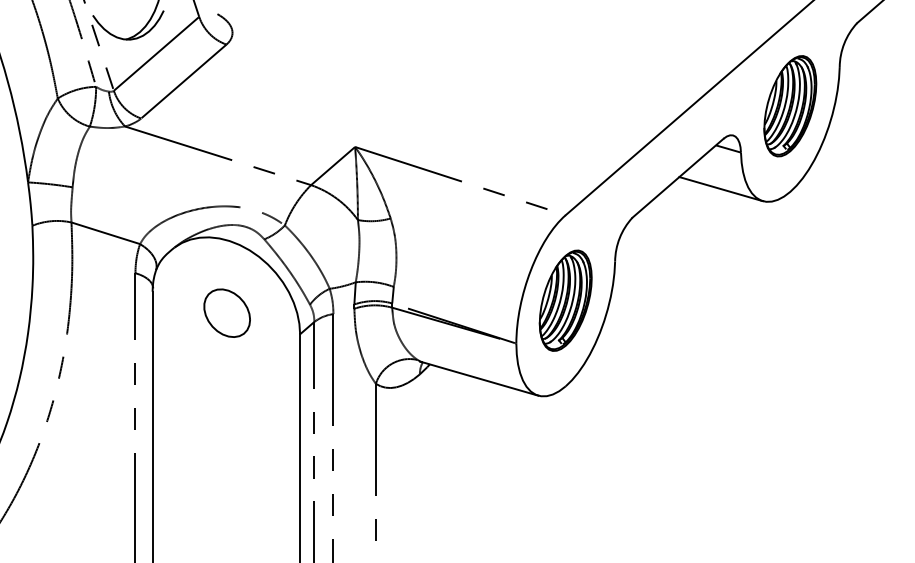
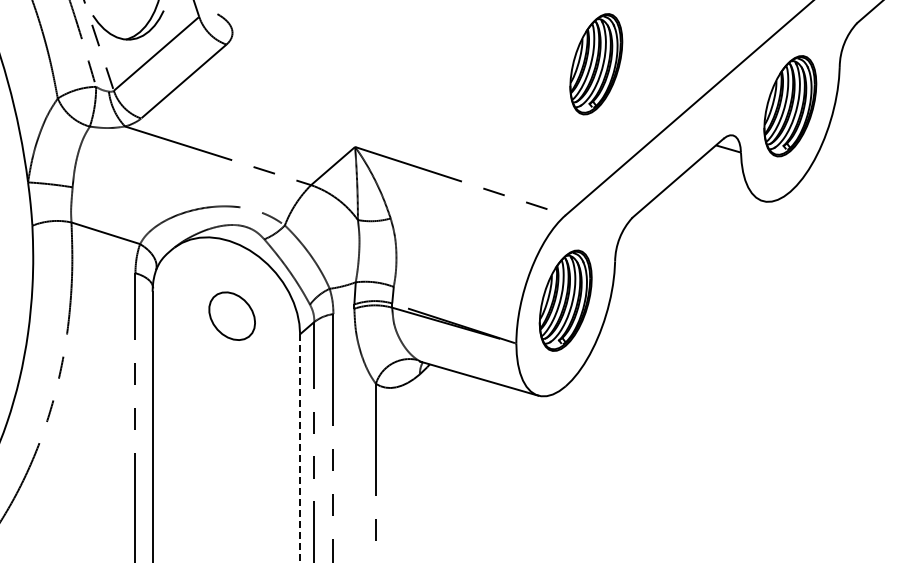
part at (596, 64): none -> present
line at (720, 189): present -> none
part at (226, 312) position: (226, 312) -> (231, 315)
line at (300, 448): solid -> dashed
